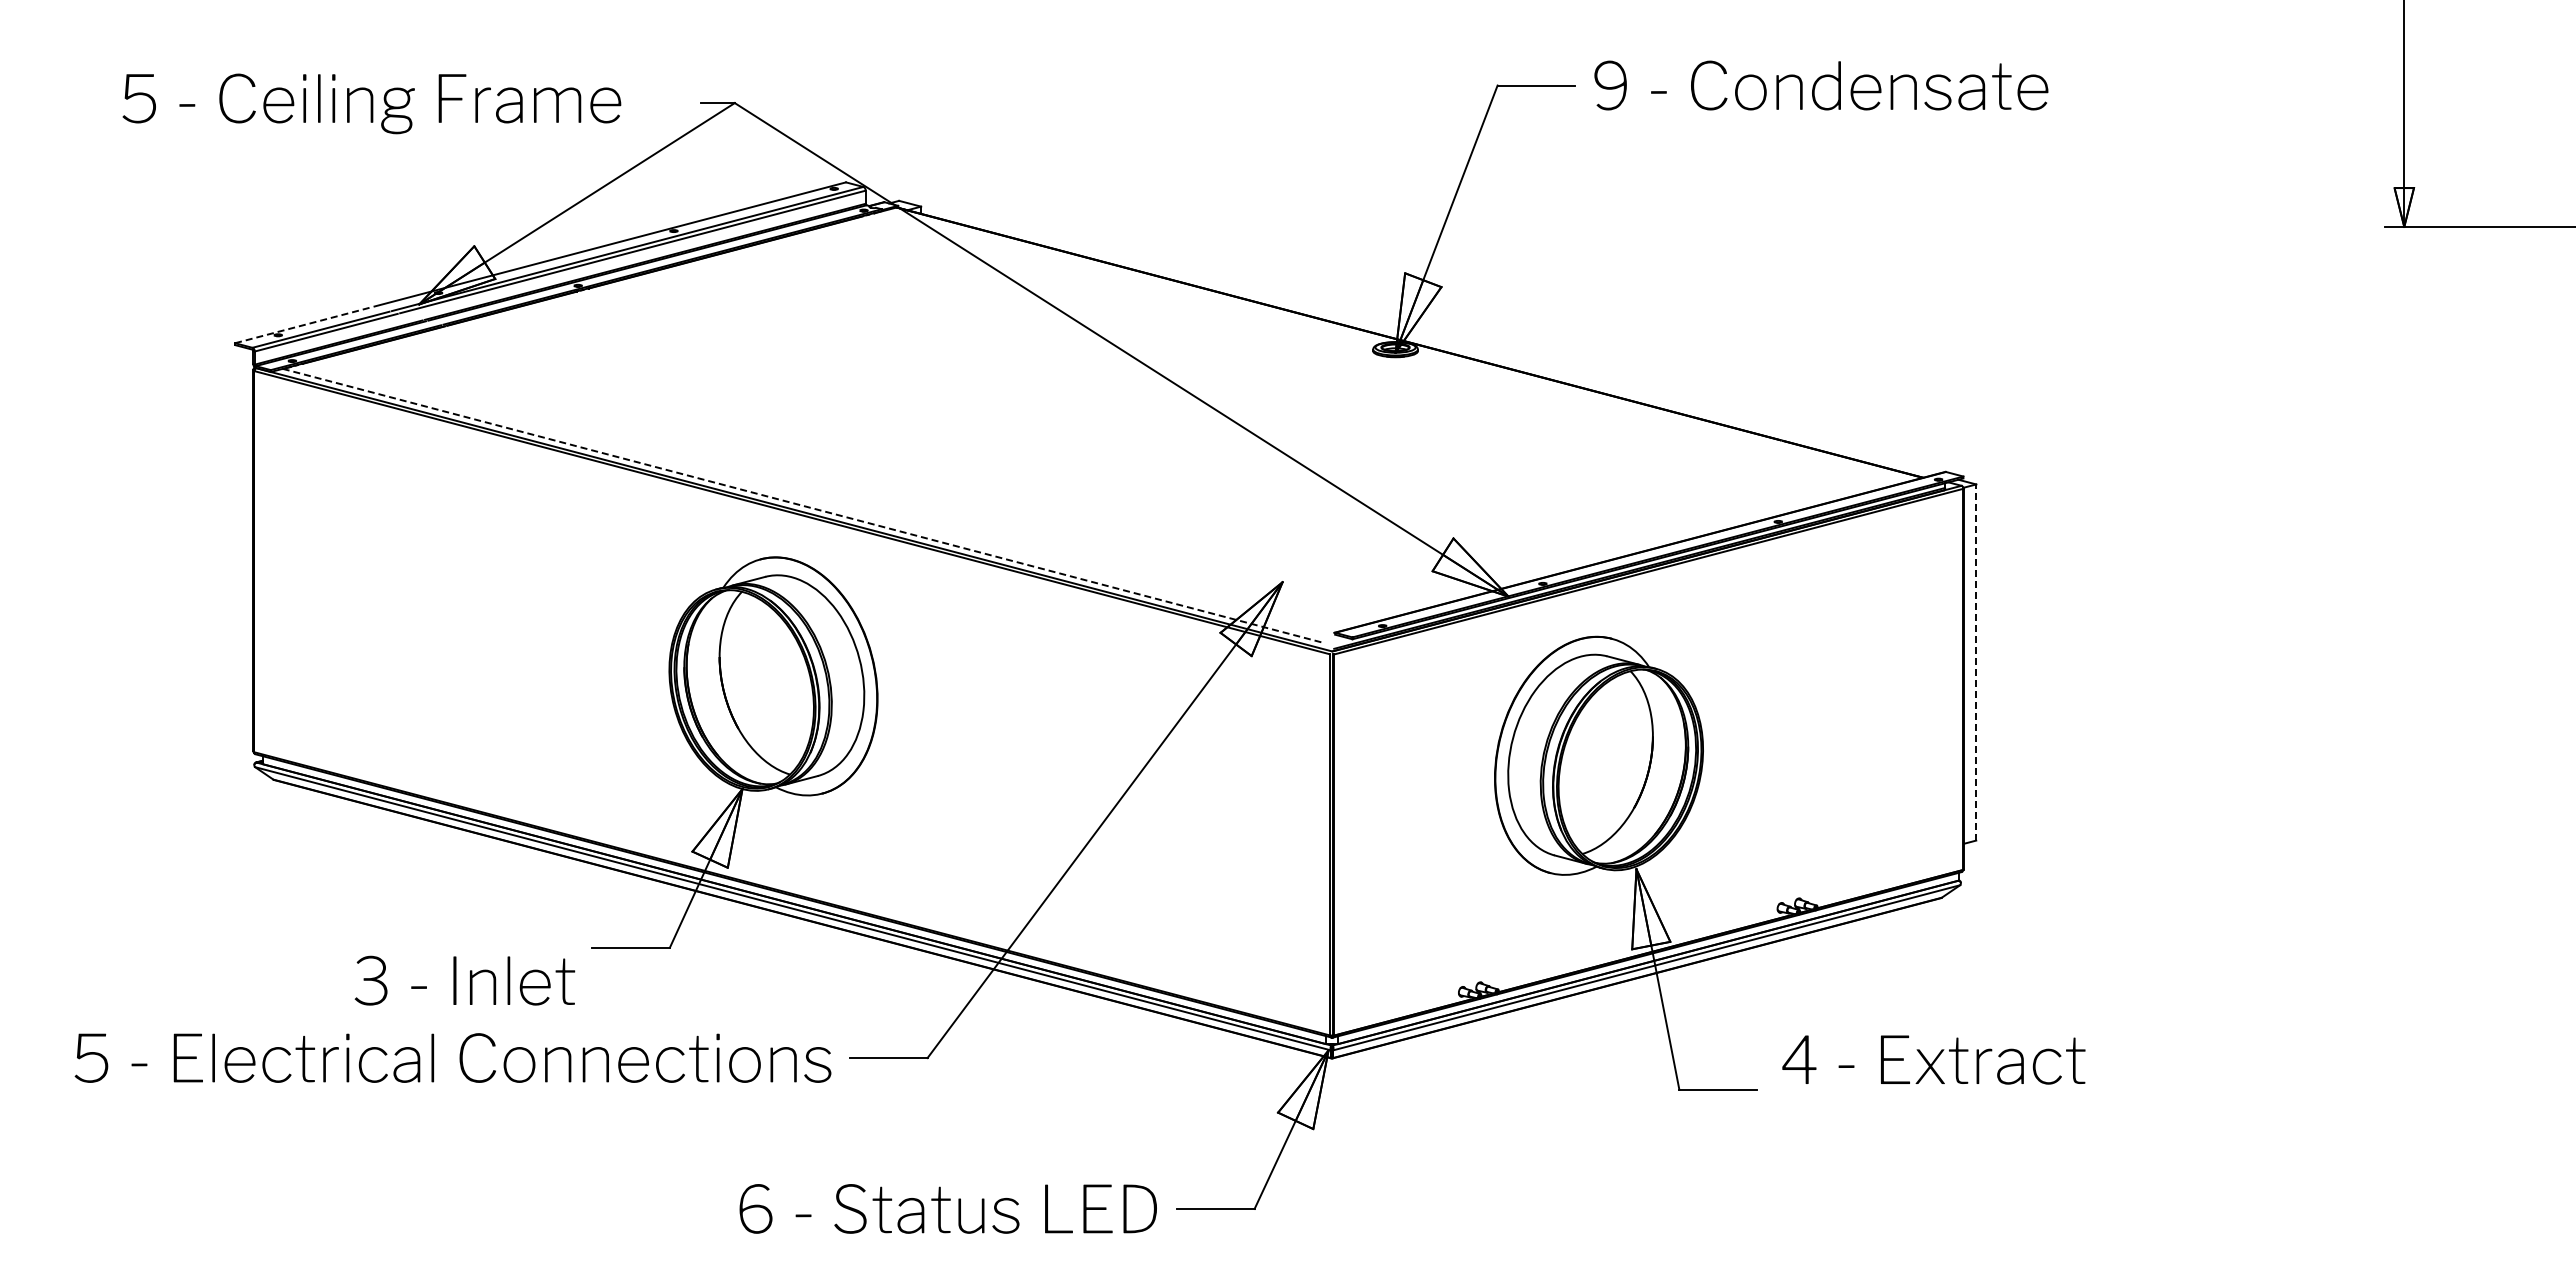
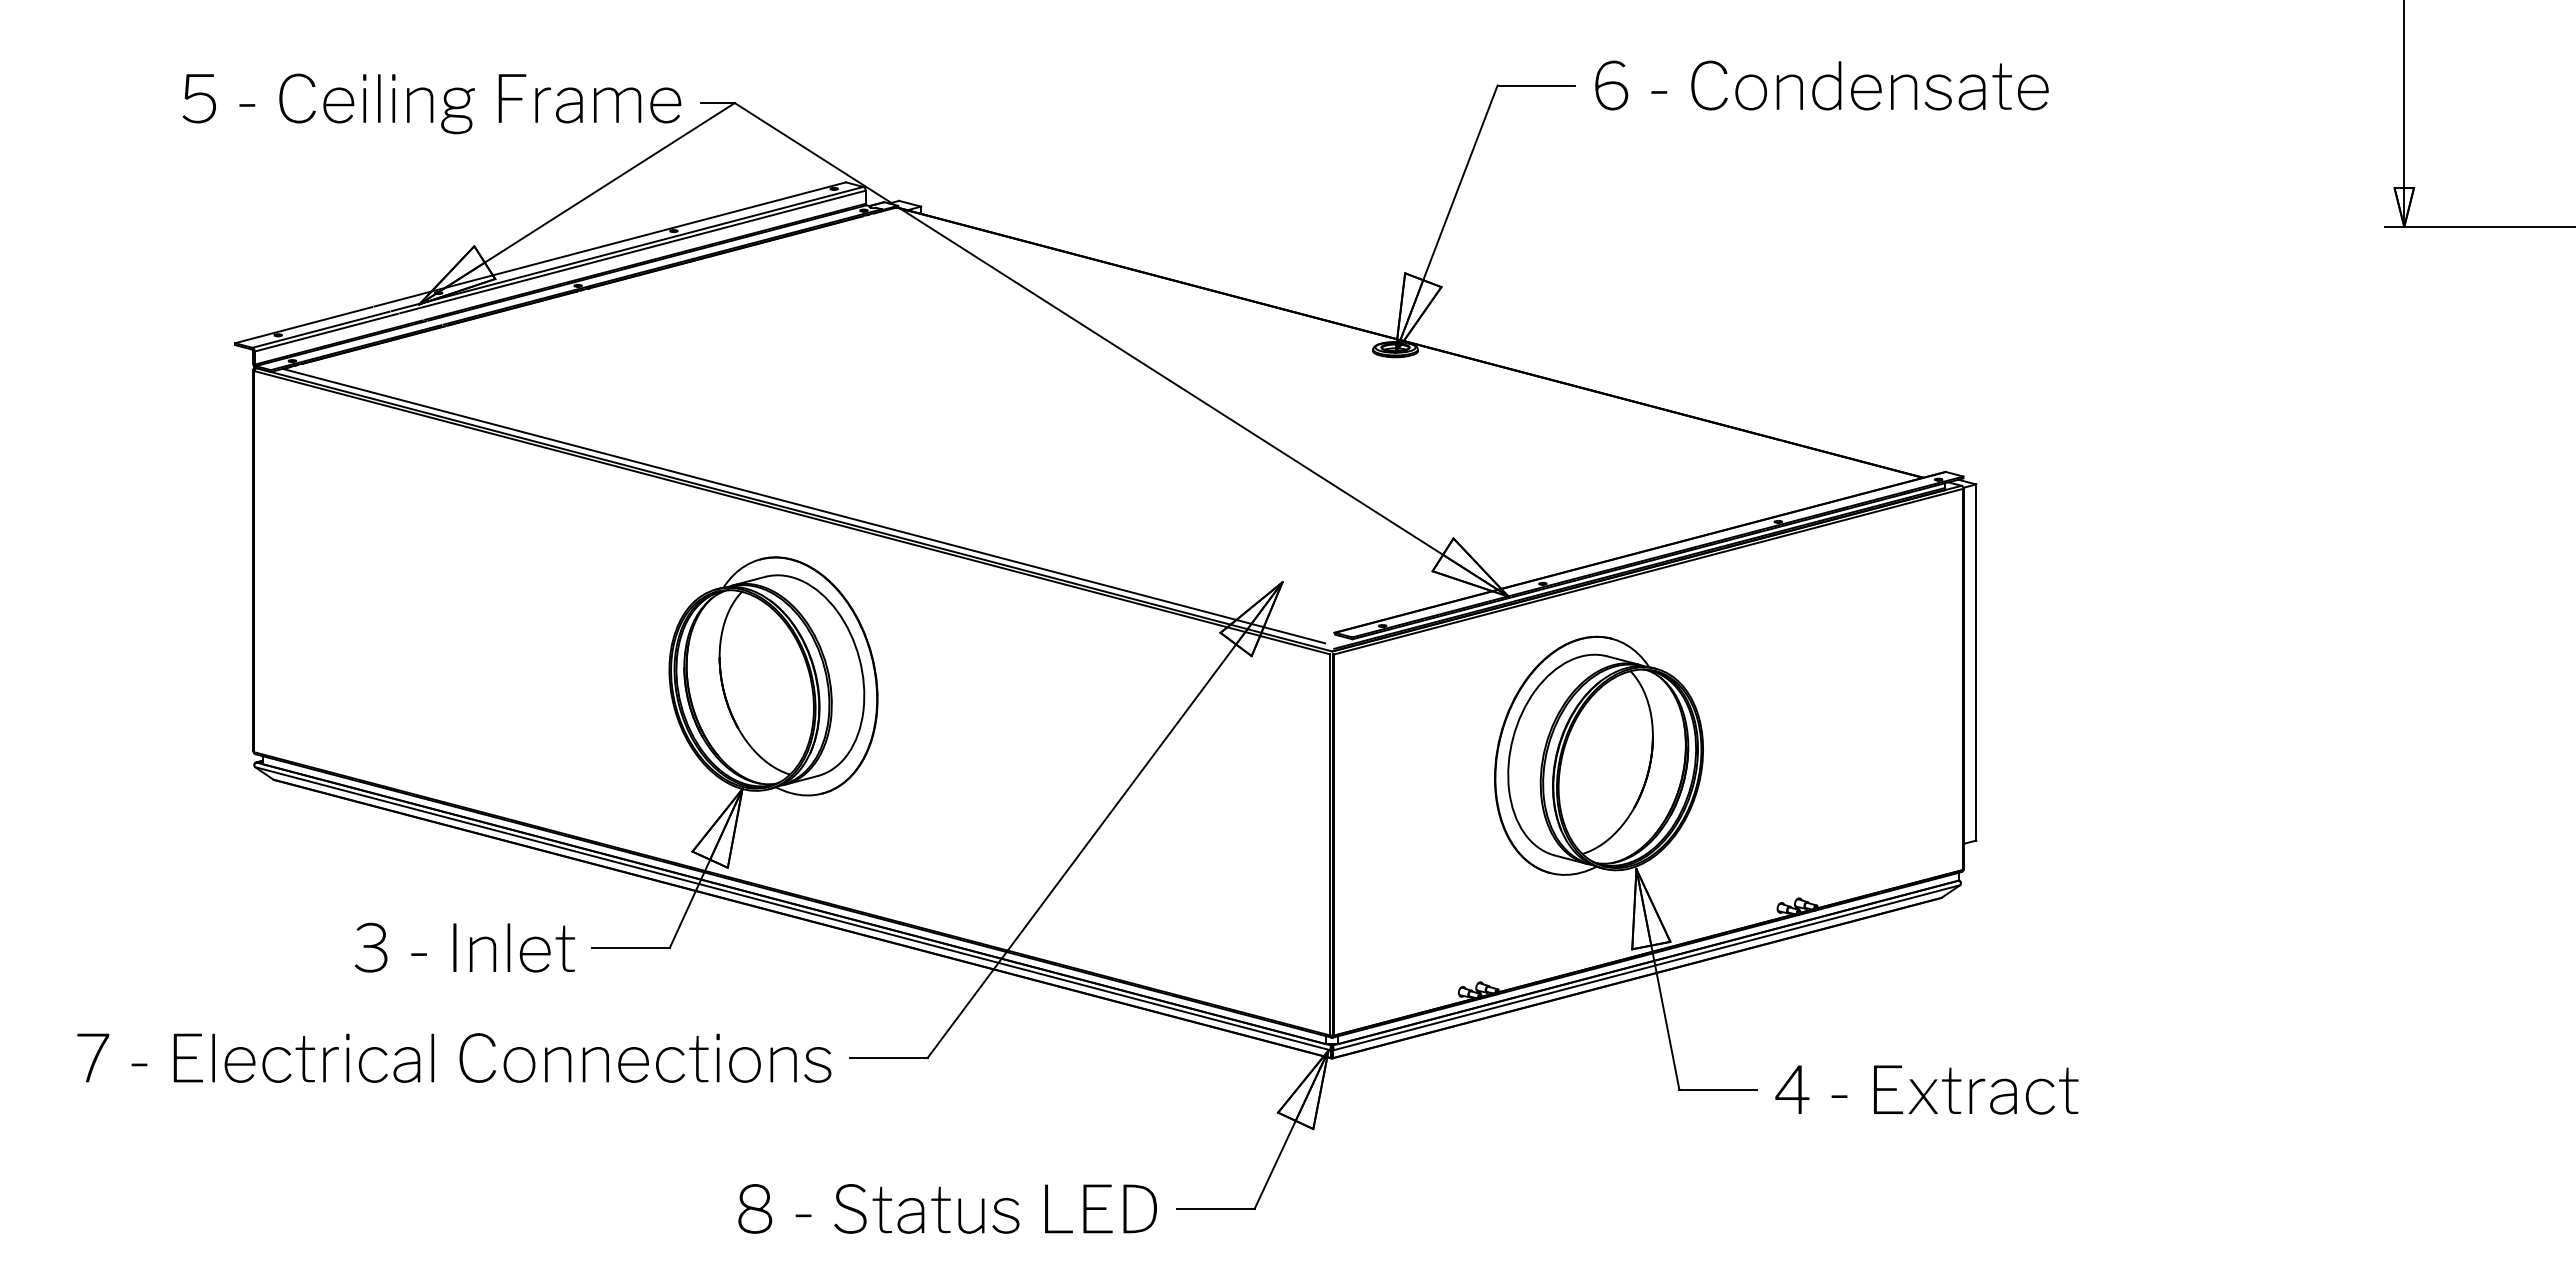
text at (1821, 85): 9 -> 6
text at (371, 103) position: (371, 103) -> (431, 103)
line at (303, 325): dashed -> solid
line at (803, 506): dashed -> solid
line at (1976, 662): dashed -> solid
text at (464, 980) position: (464, 980) -> (464, 947)
text at (91, 1057): 5 -> 7
text at (1933, 1059) position: (1933, 1059) -> (1926, 1089)
text at (755, 1208): 6 -> 8
